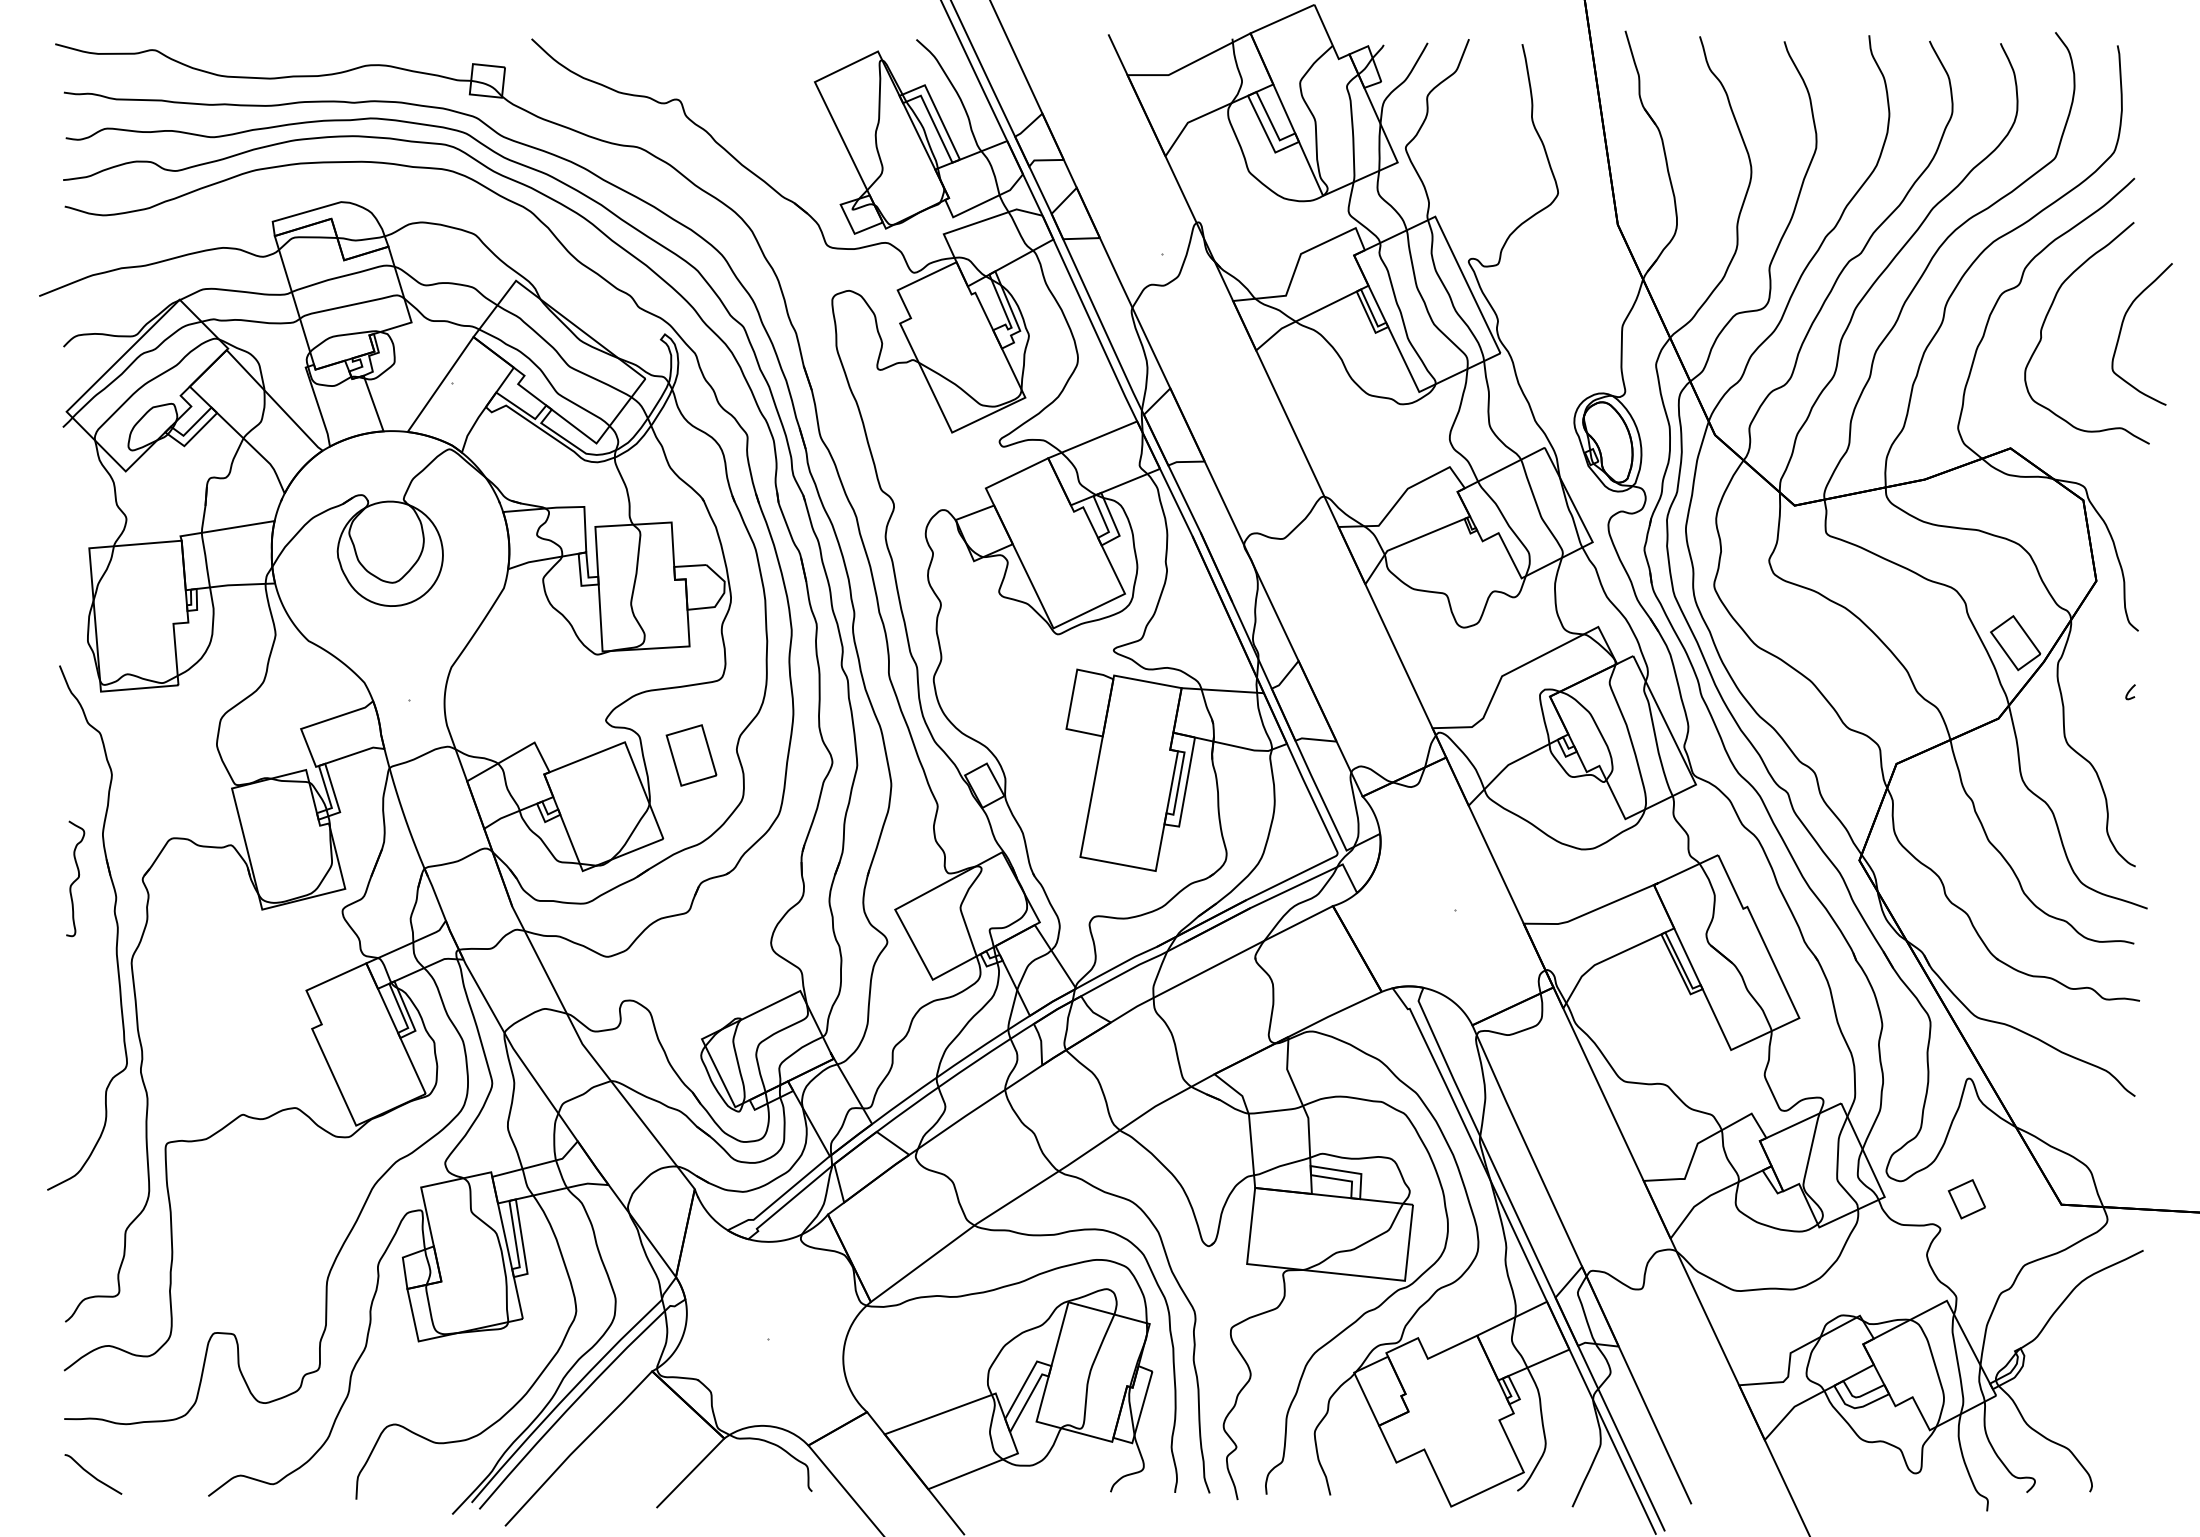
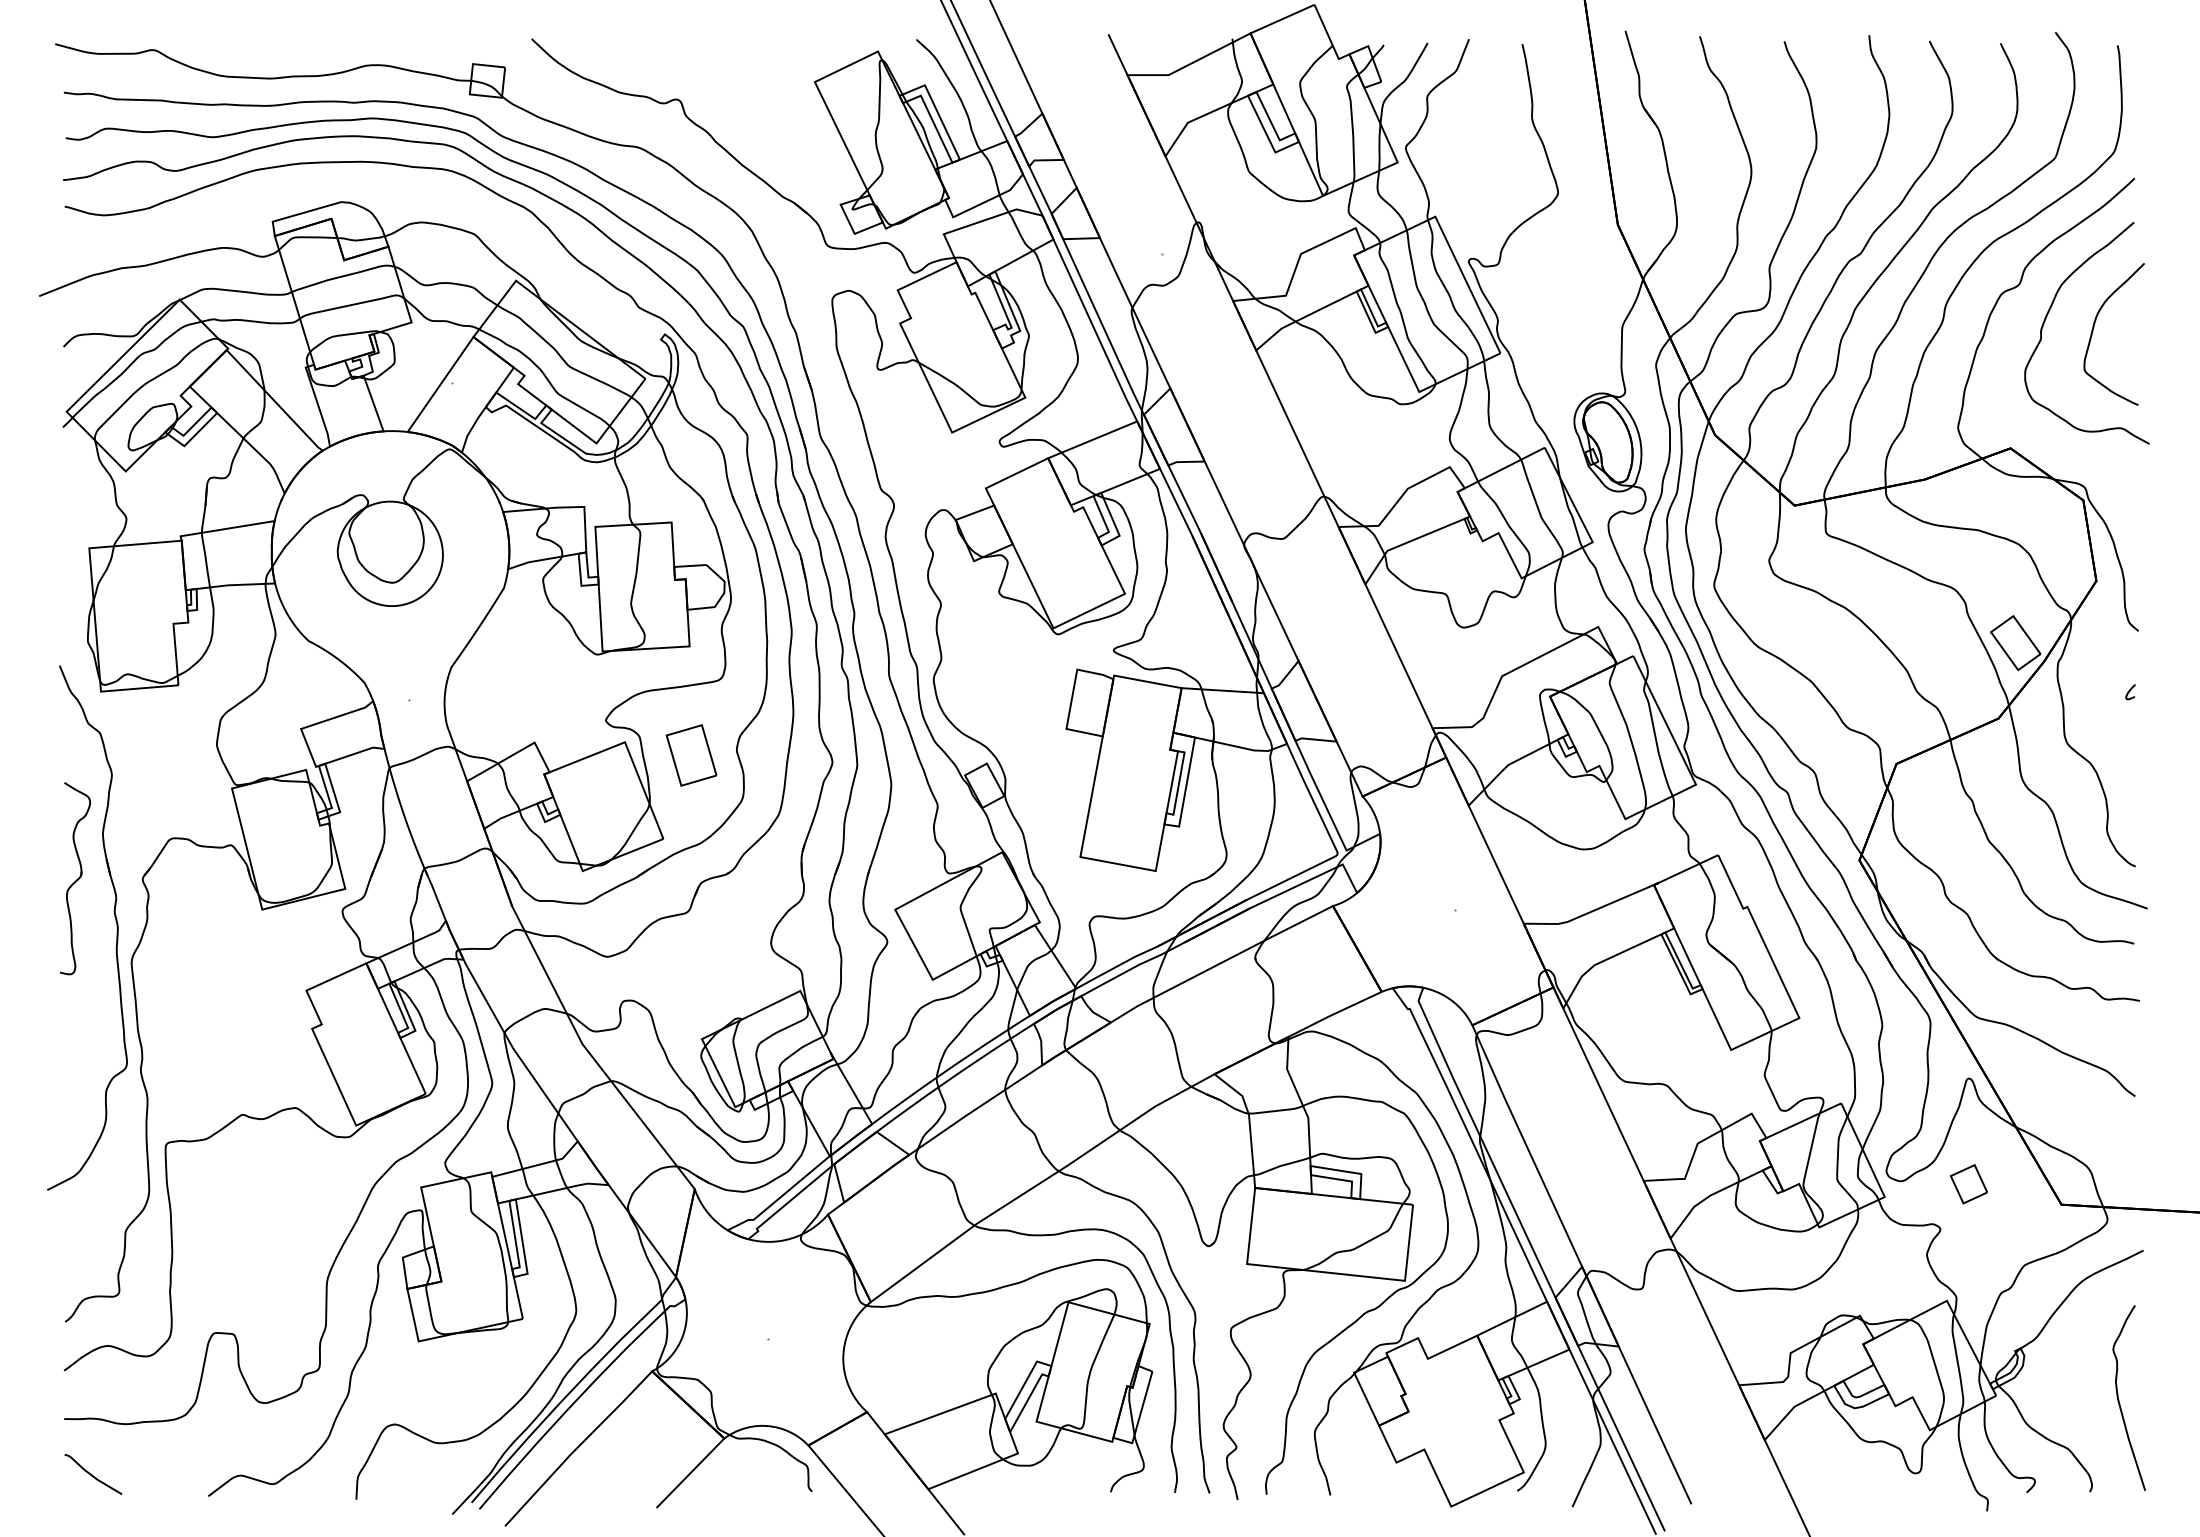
curve at (2121, 331) position: (2121, 331) -> (2093, 331)
part at (75, 878) size: 20x118 px -> 31x194 px
part at (1966, 1199) position: (1966, 1199) -> (1968, 1184)
curve at (2119, 1399): none -> present
